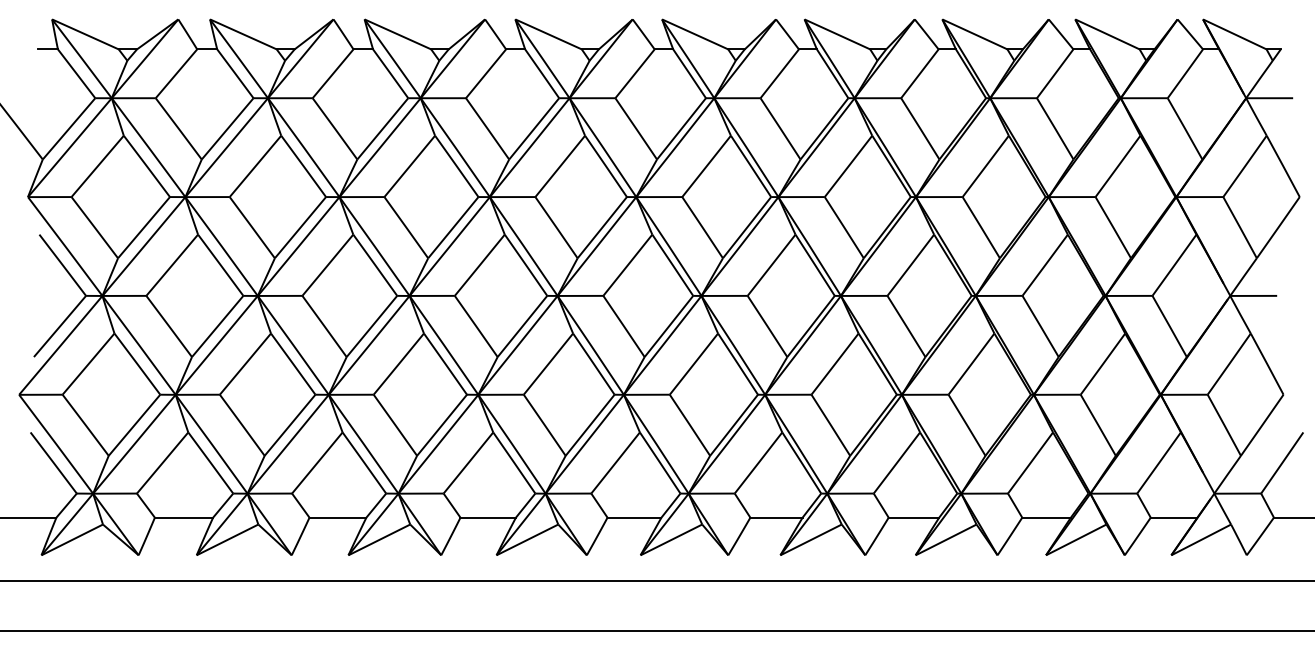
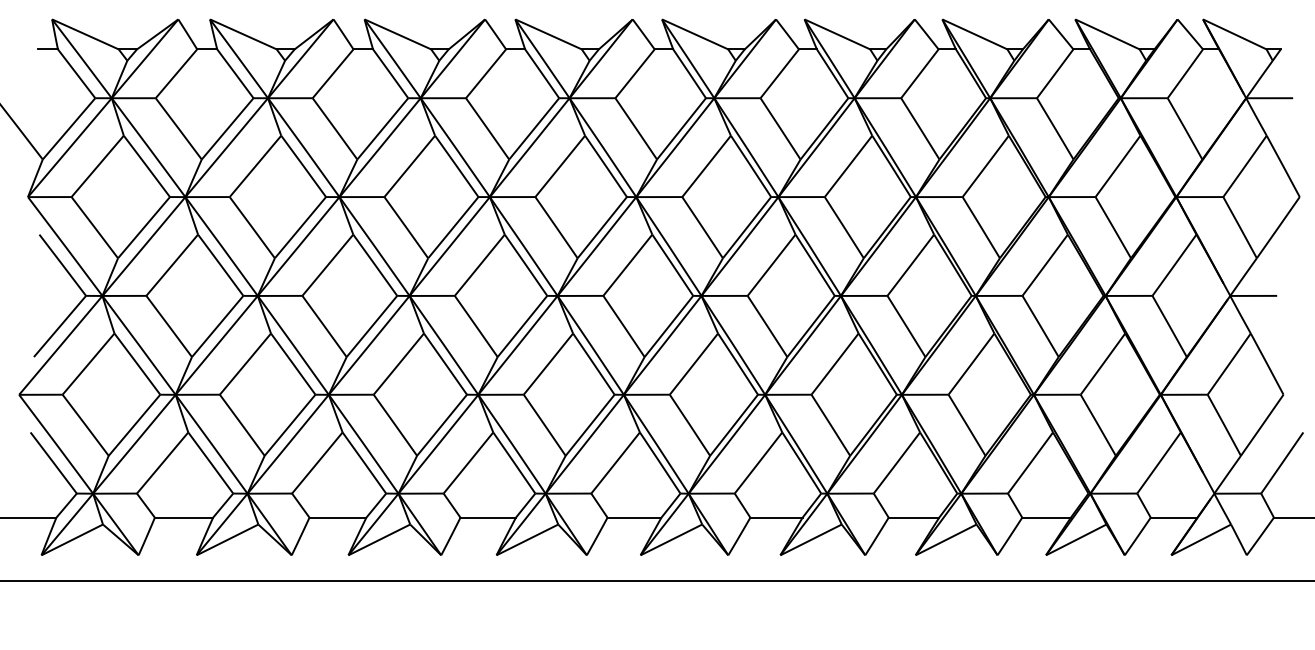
line at (656, 630): present -> none
